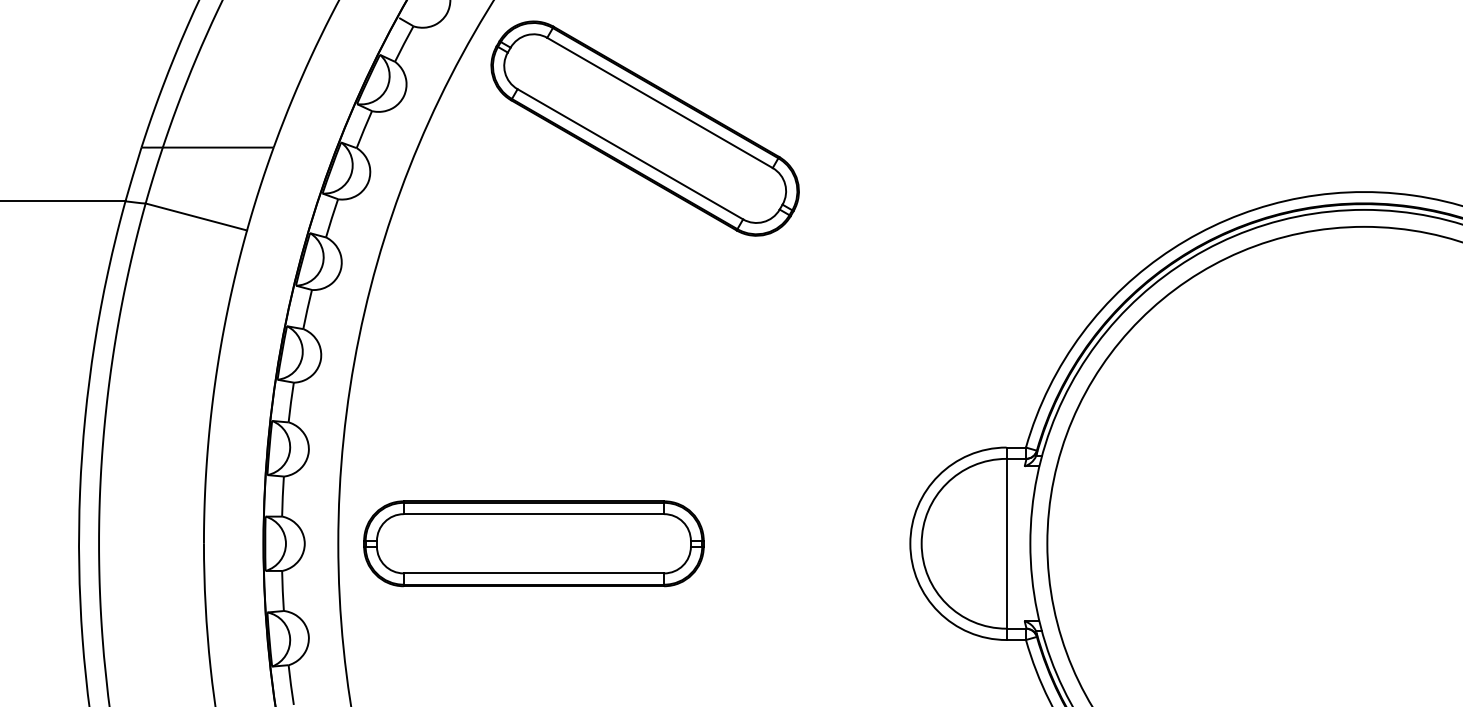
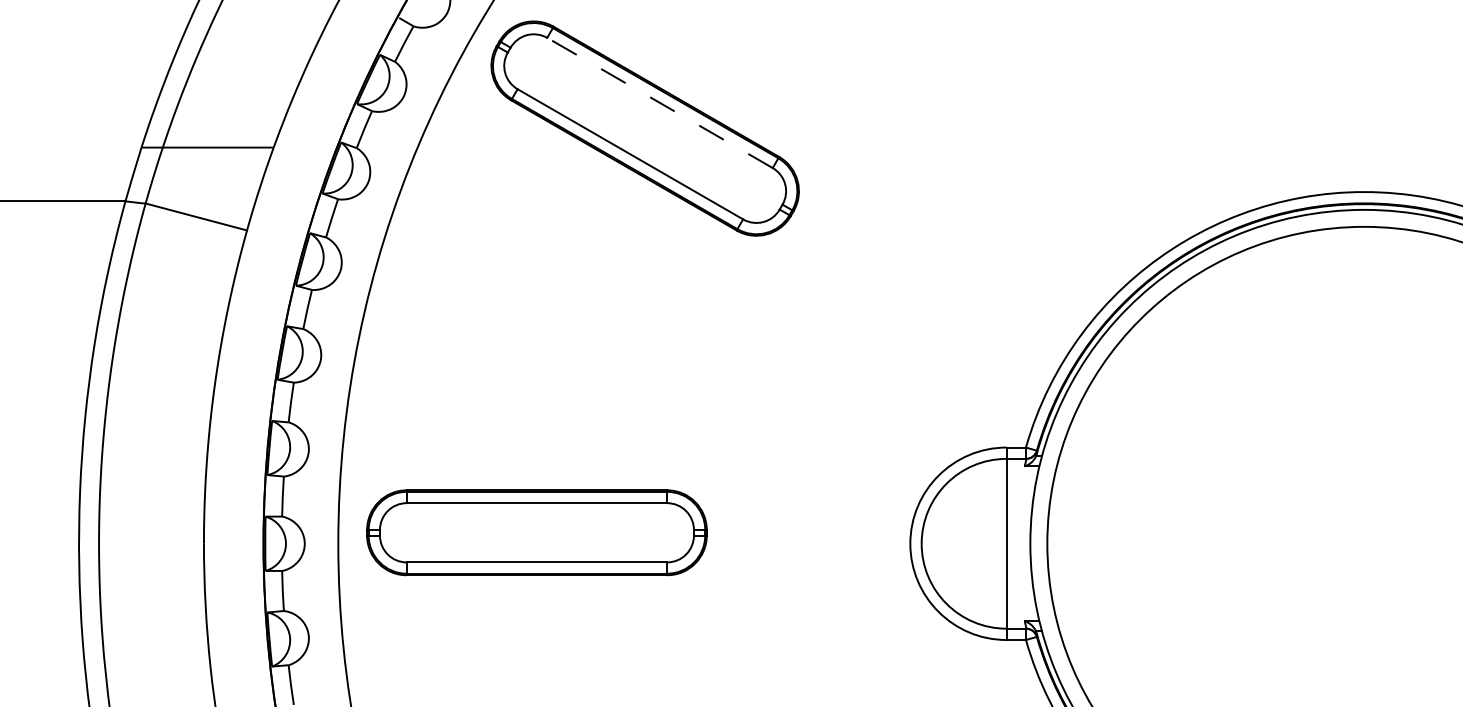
line at (659, 102): solid -> dashed
part at (533, 543) position: (533, 543) -> (536, 532)
